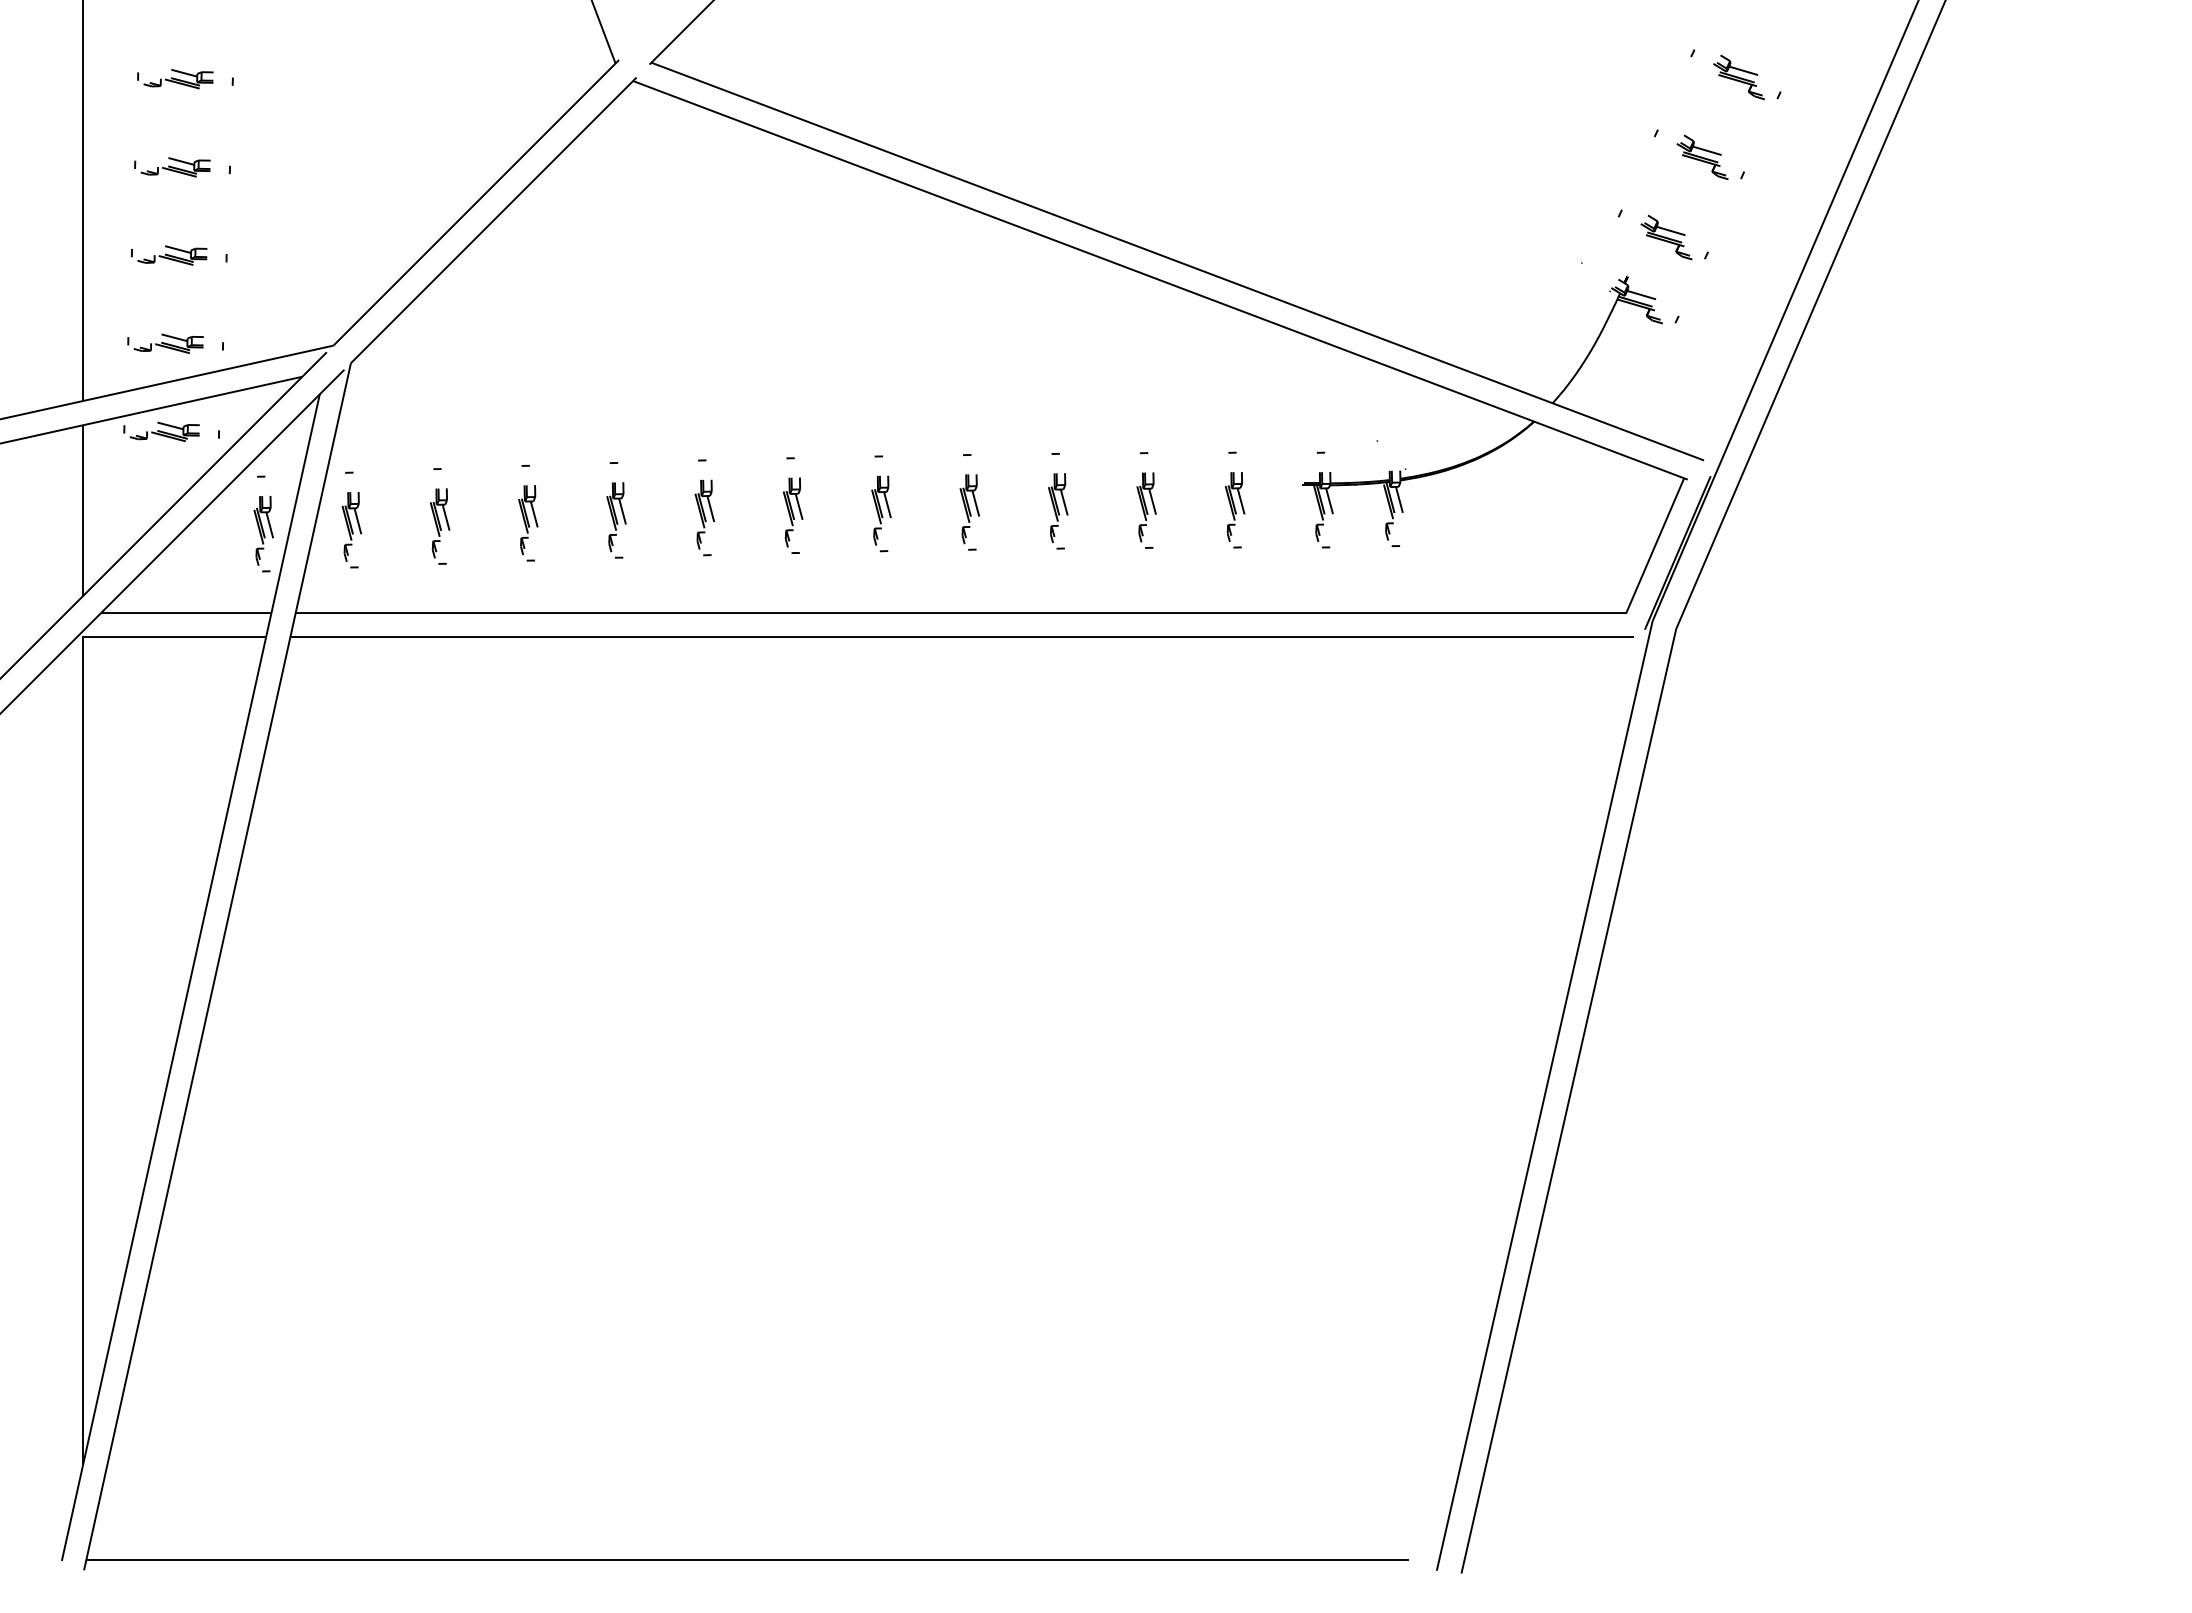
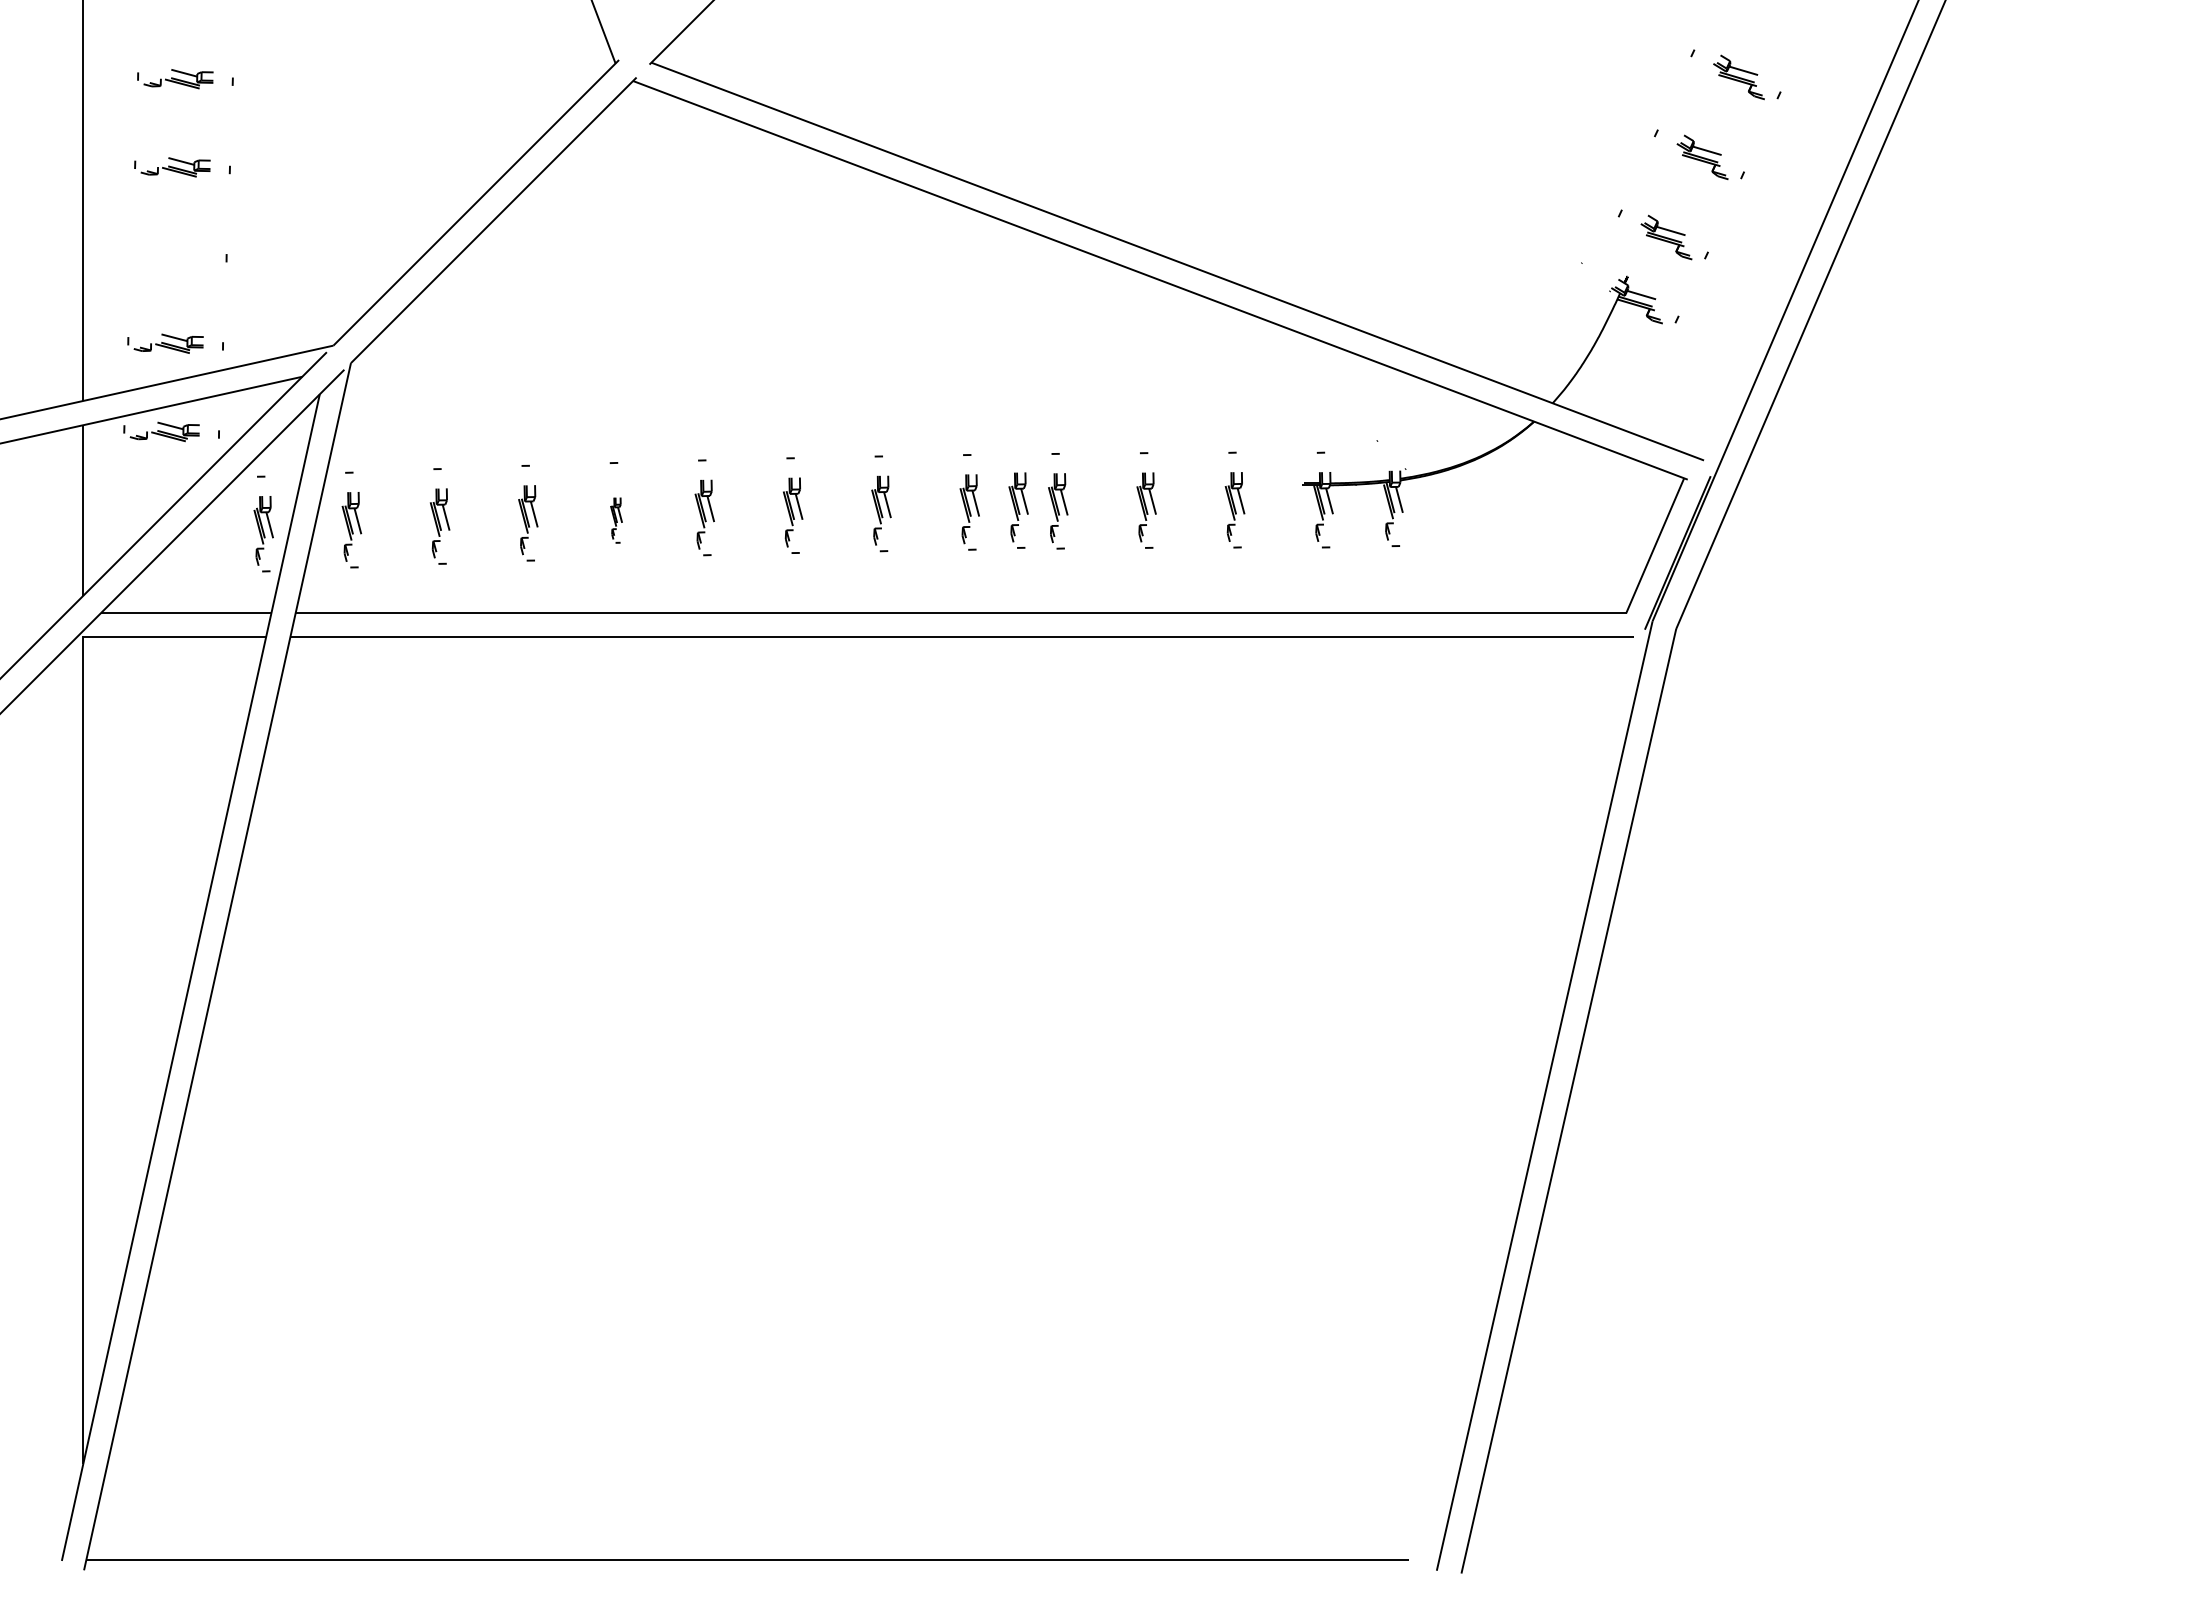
part at (169, 255): present -> none
part at (1018, 510): none -> present
part at (616, 520) size: 21x77 px -> 13x47 px
